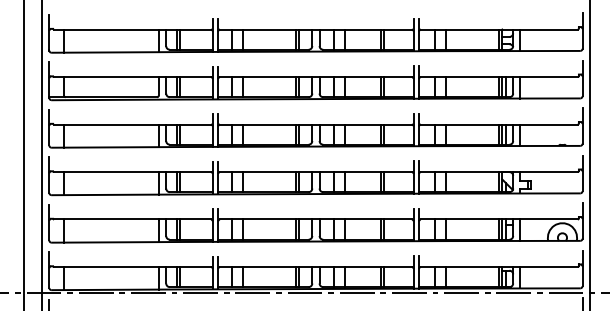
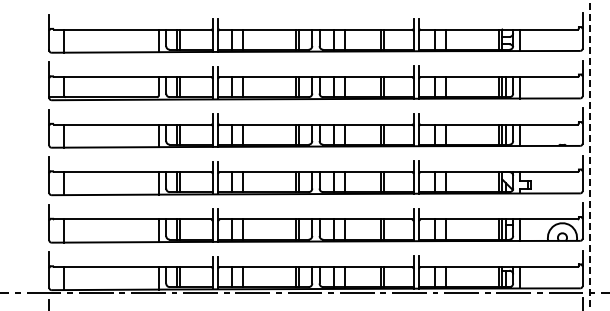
line at (23, 154): present -> none
line at (42, 154): present -> none
line at (589, 155): solid -> dashed
